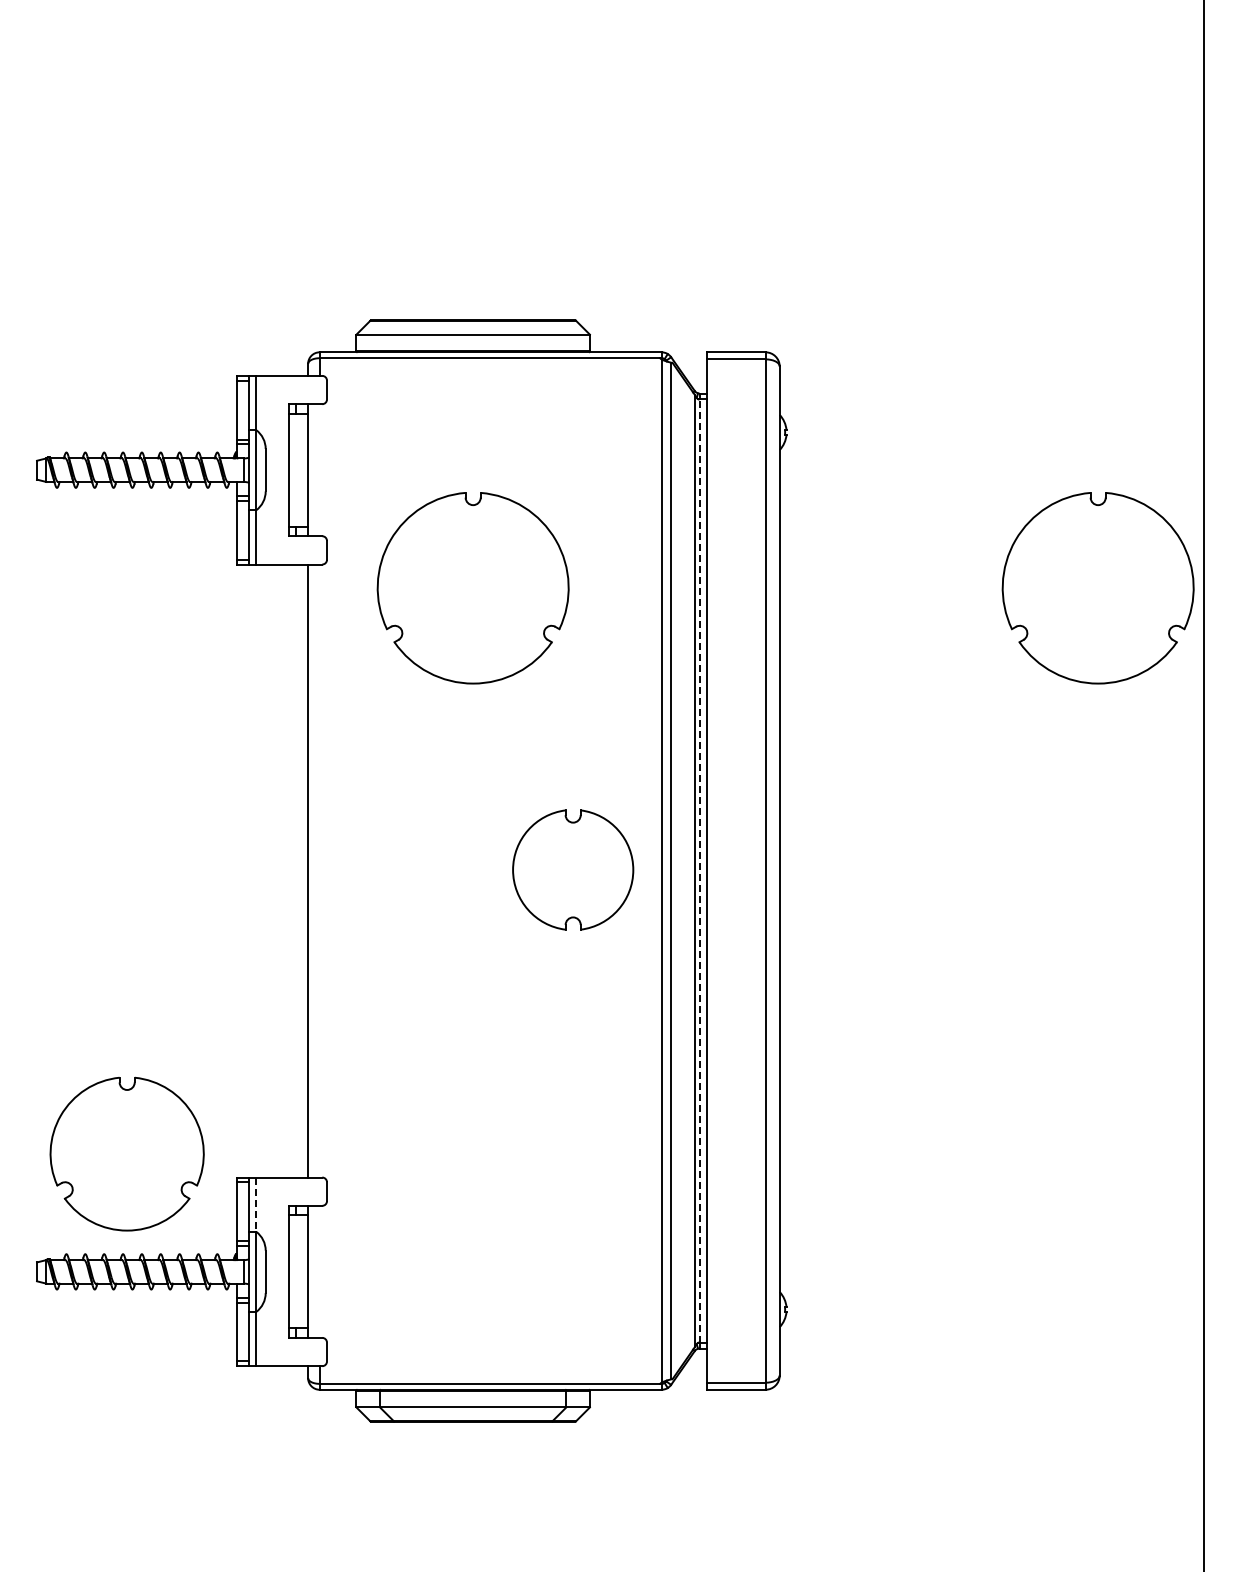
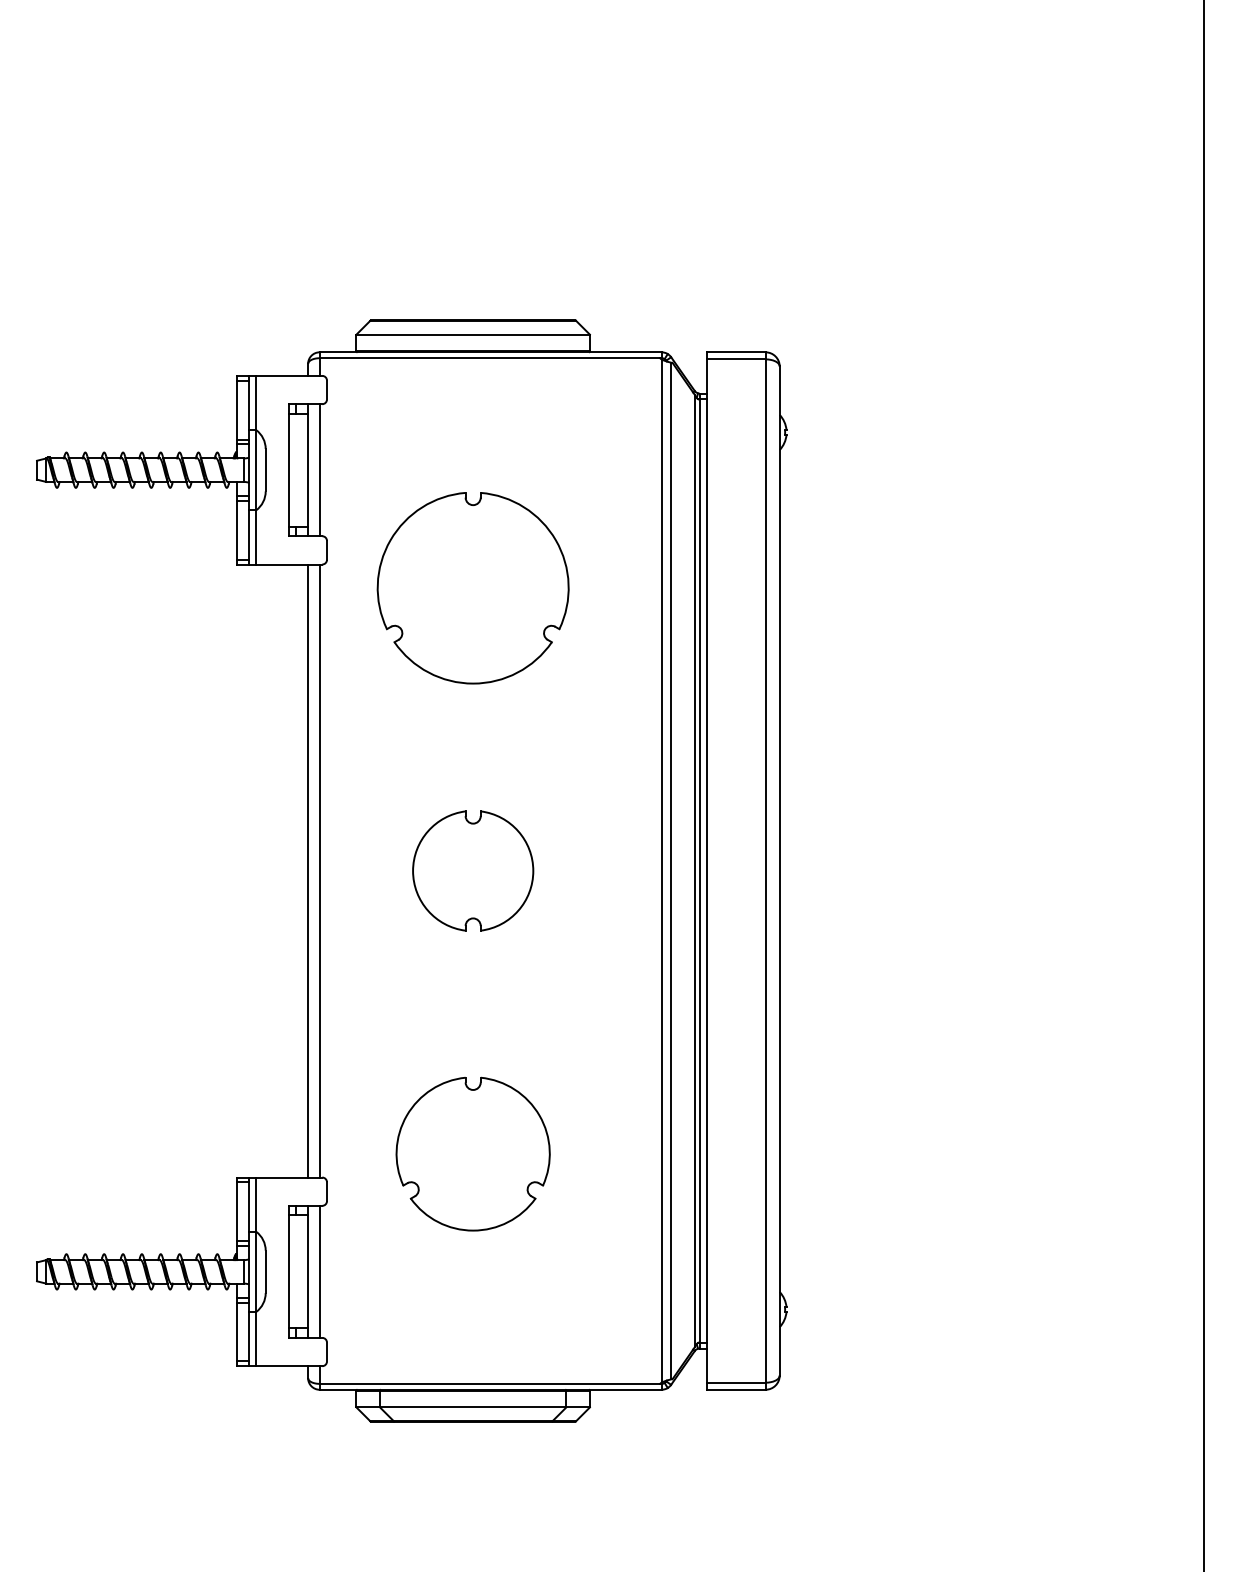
line at (319, 470): none -> present
part at (1097, 588): present -> none
part at (573, 869) position: (573, 869) -> (473, 870)
line at (319, 870): none -> present
line at (699, 871): dashed -> solid
part at (126, 1153) position: (126, 1153) -> (472, 1153)
line at (256, 1205): dashed -> solid
line at (319, 1271): none -> present
